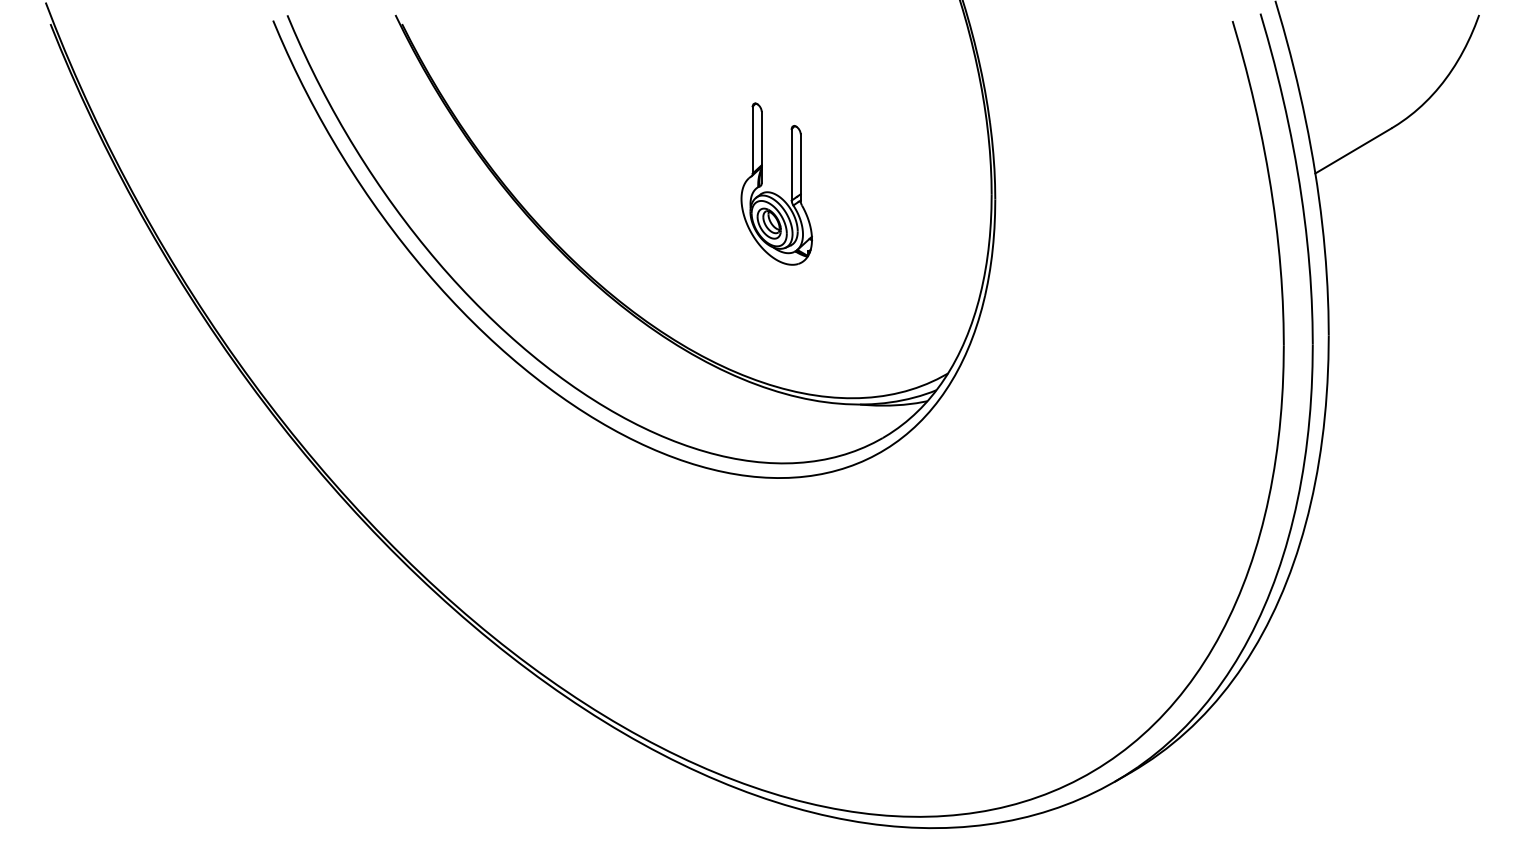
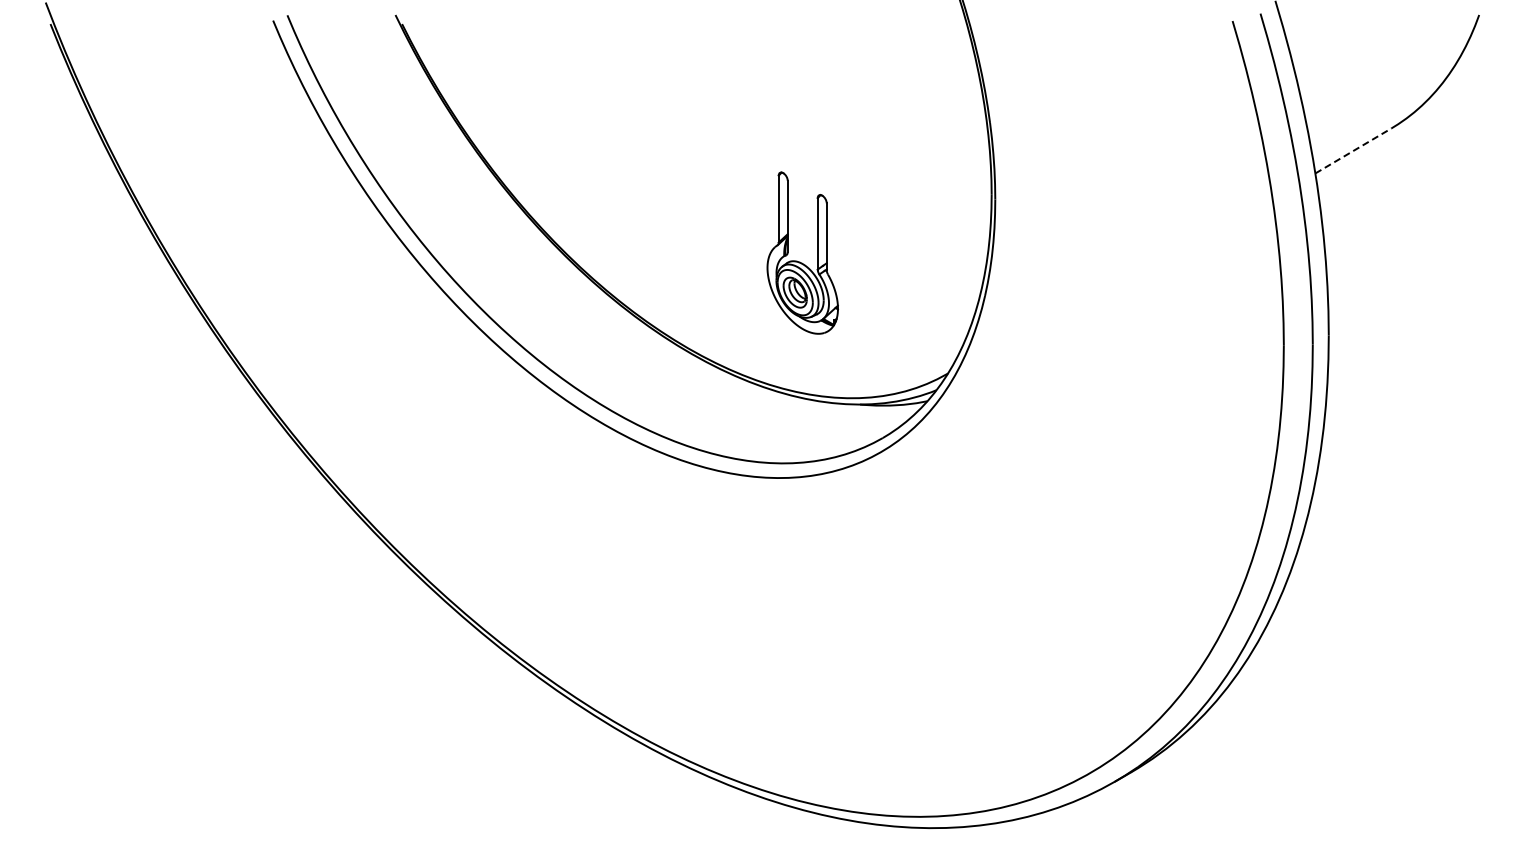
line at (1353, 150): solid -> dashed
part at (774, 192) position: (774, 192) -> (800, 261)
